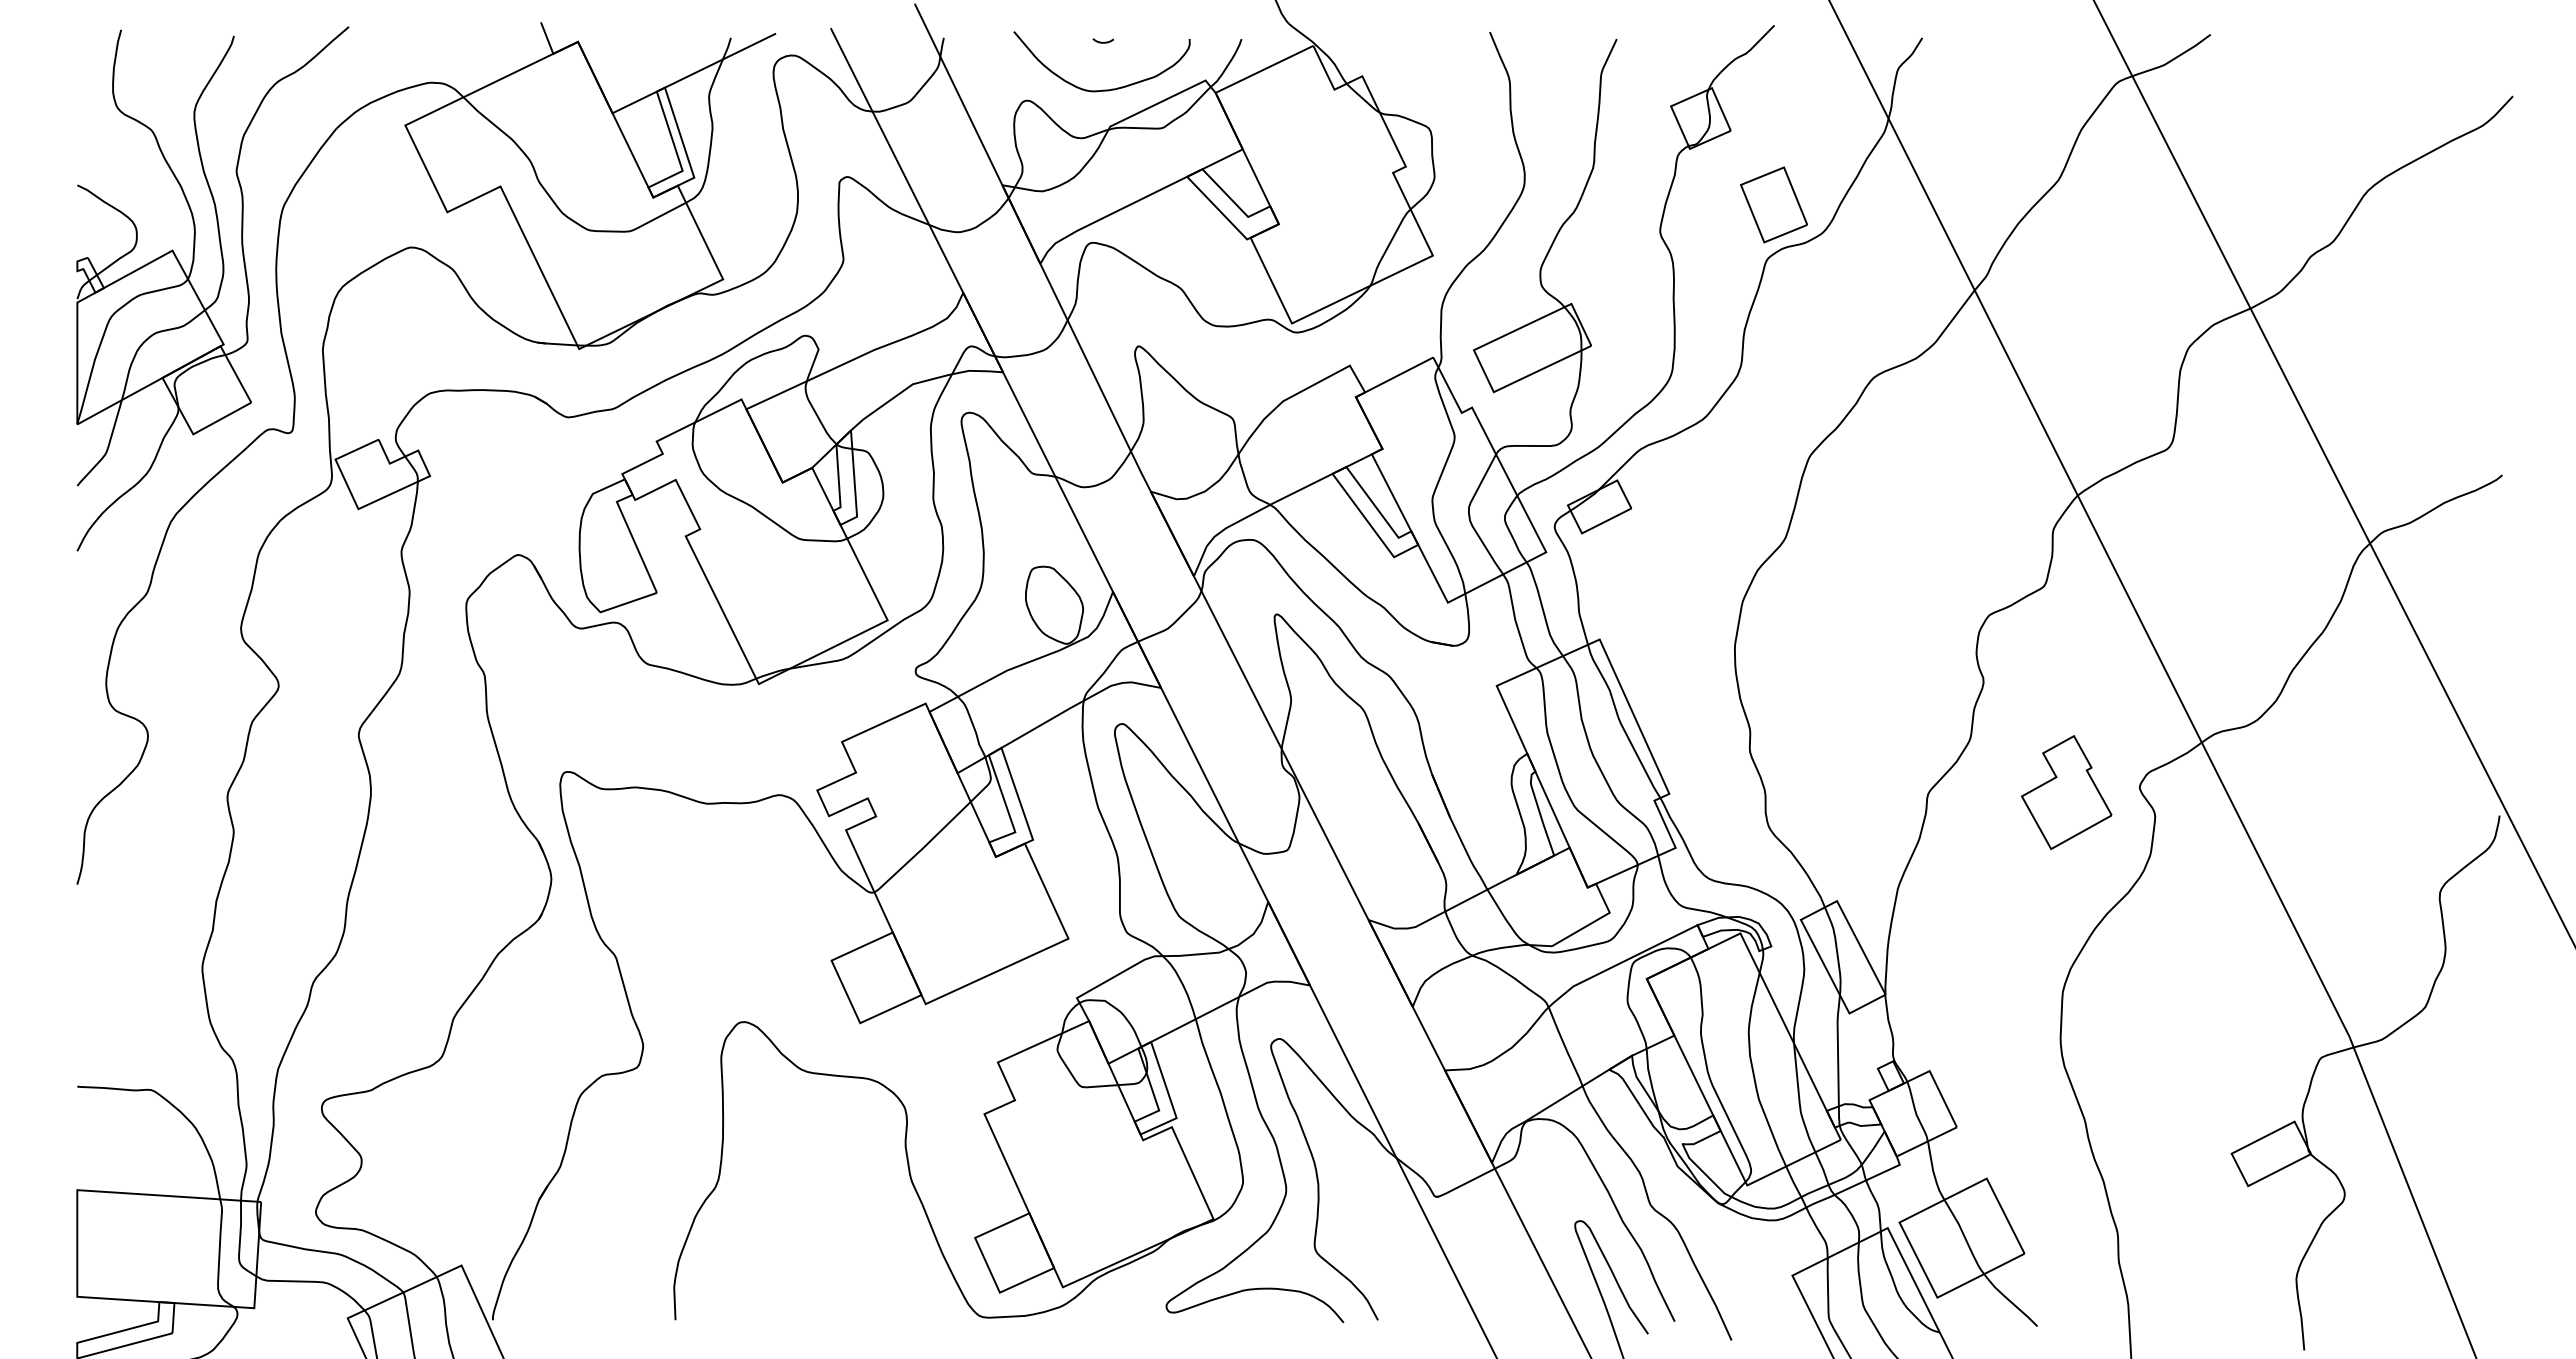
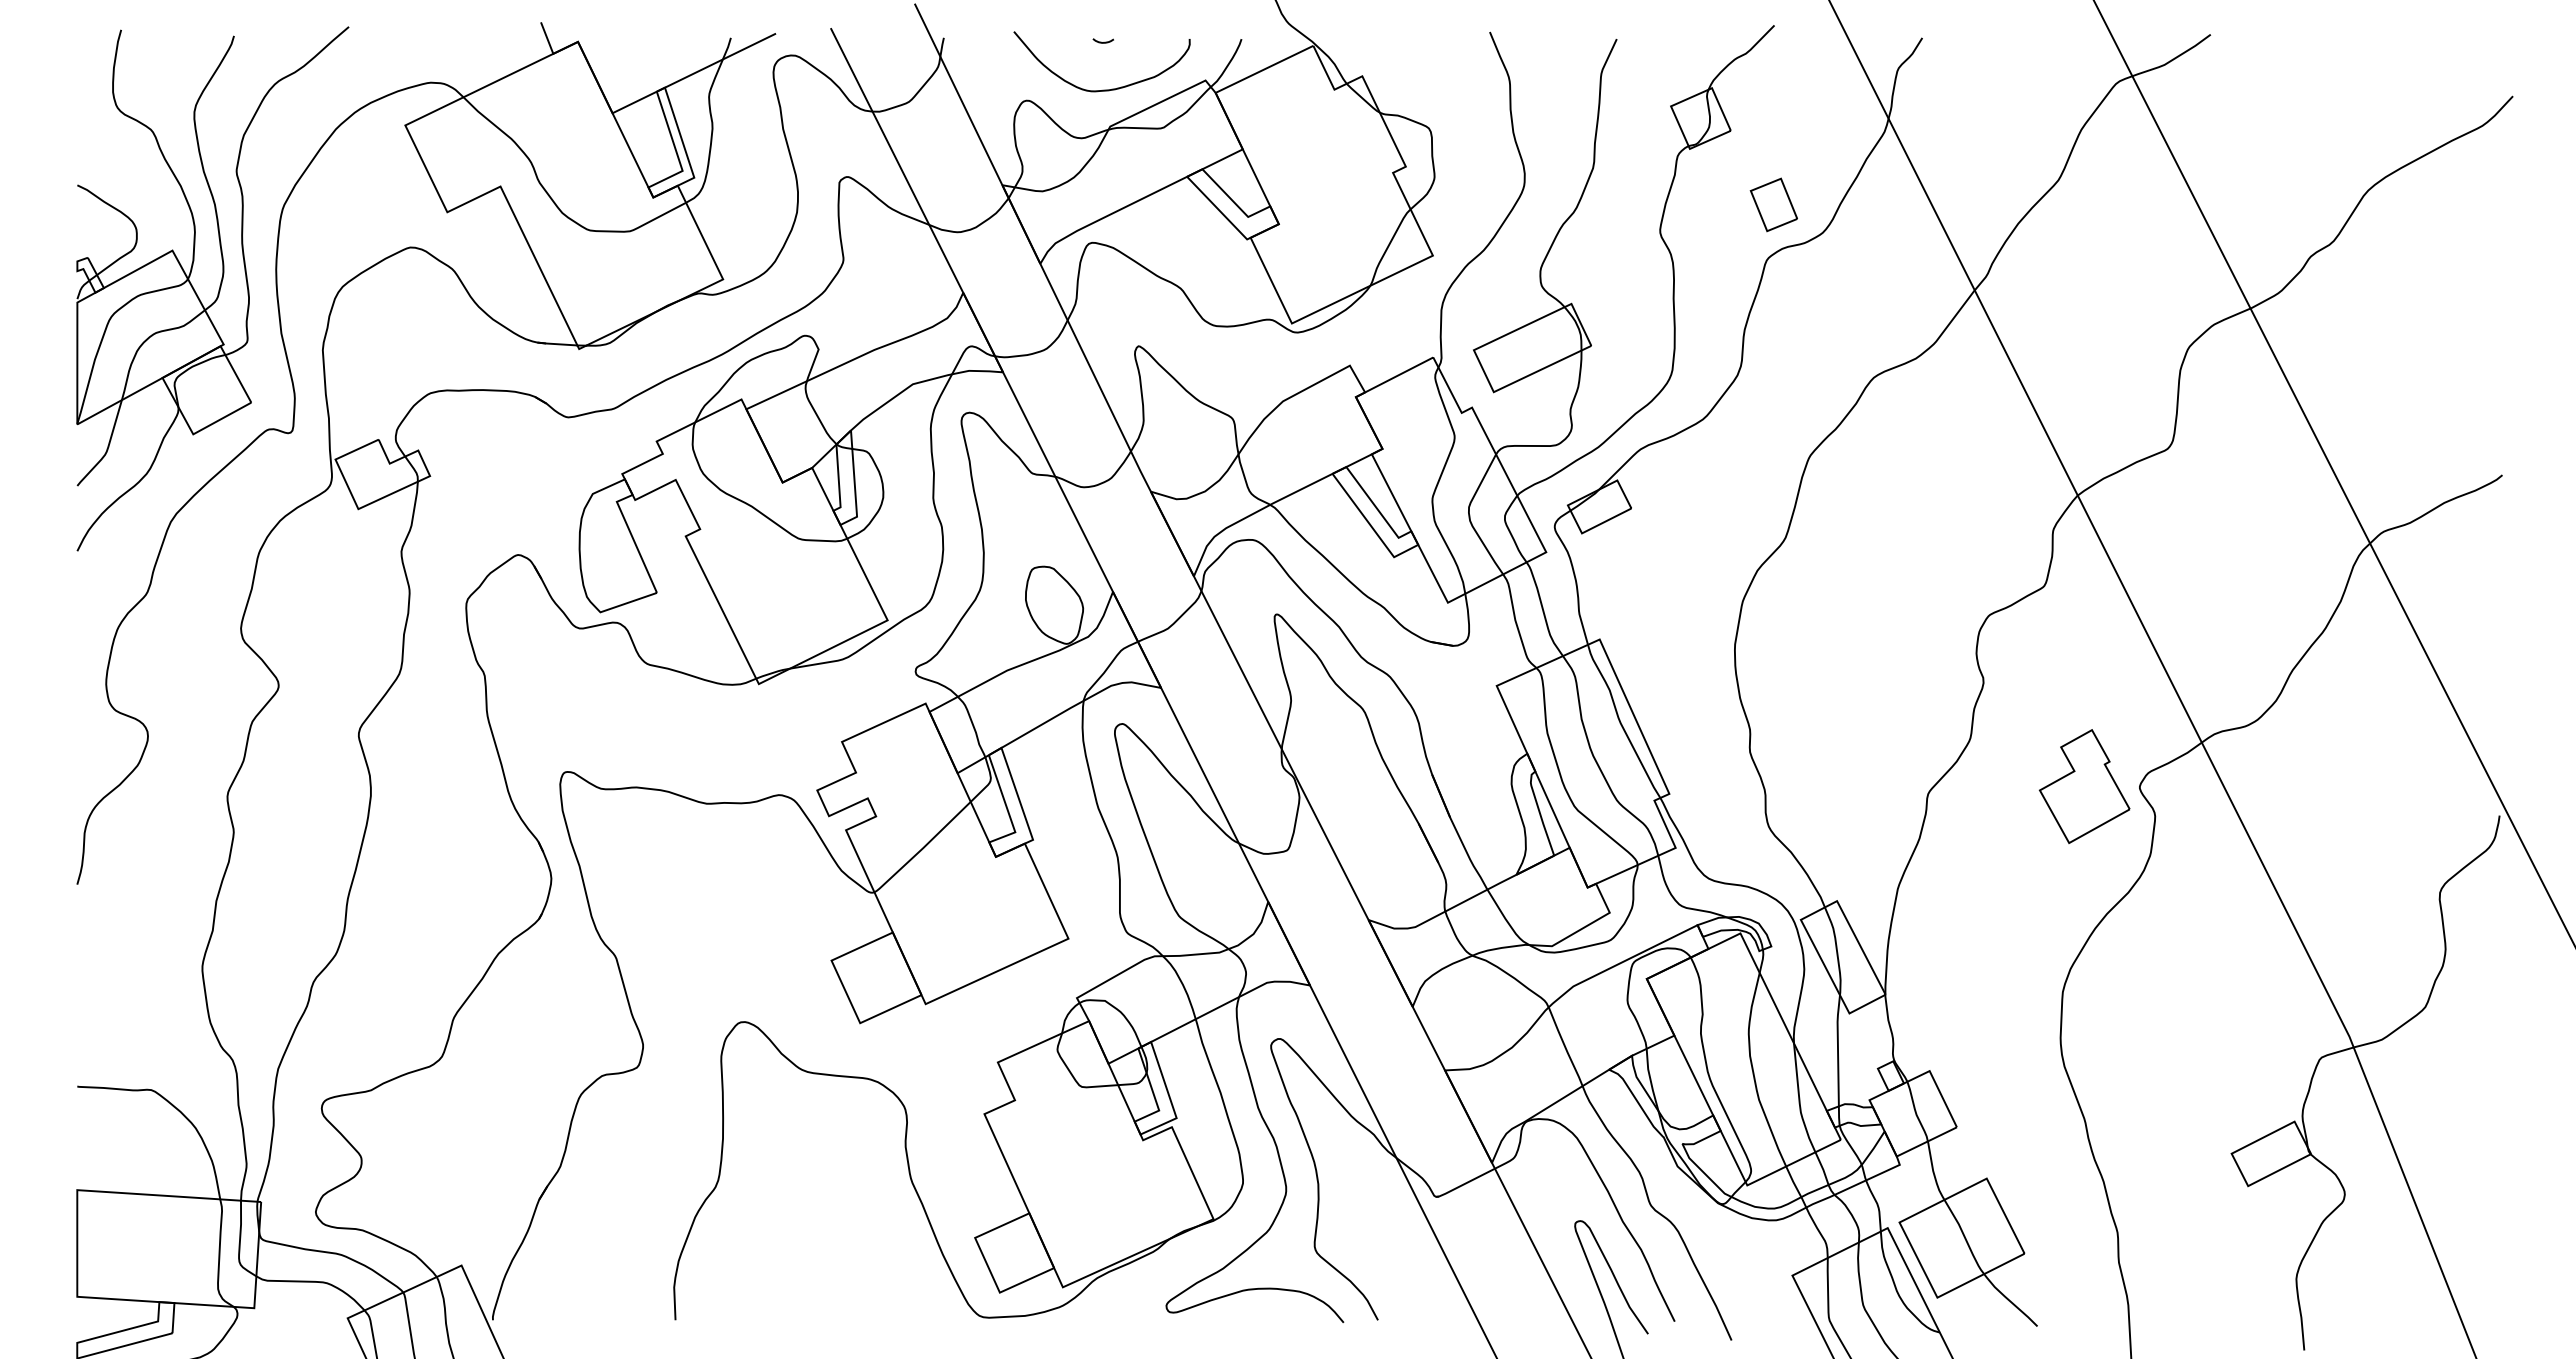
part at (1773, 204) size: 68x78 px -> 49x56 px
part at (2066, 792) position: (2066, 792) -> (2084, 786)
